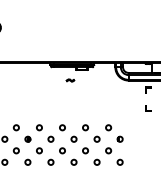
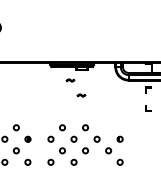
part at (81, 95): none -> present
circle at (39, 127): present -> none
circle at (108, 127): present -> none
circle at (39, 150): present -> none
circle at (96, 161): present -> none
